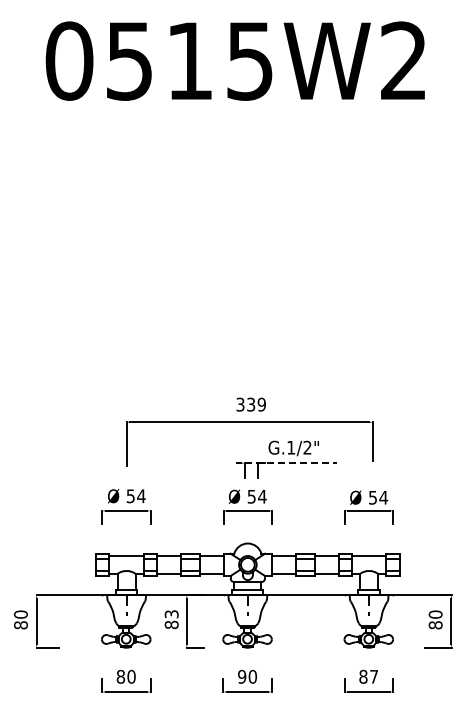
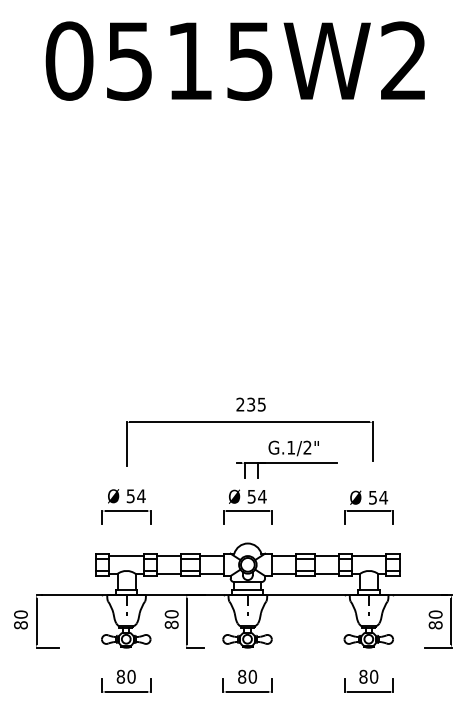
text at (250, 404): 339 -> 235
line at (291, 463): dashed -> solid
text at (171, 614): 83 -> 80
text at (242, 676): 90 -> 80
text at (374, 676): 87 -> 80
